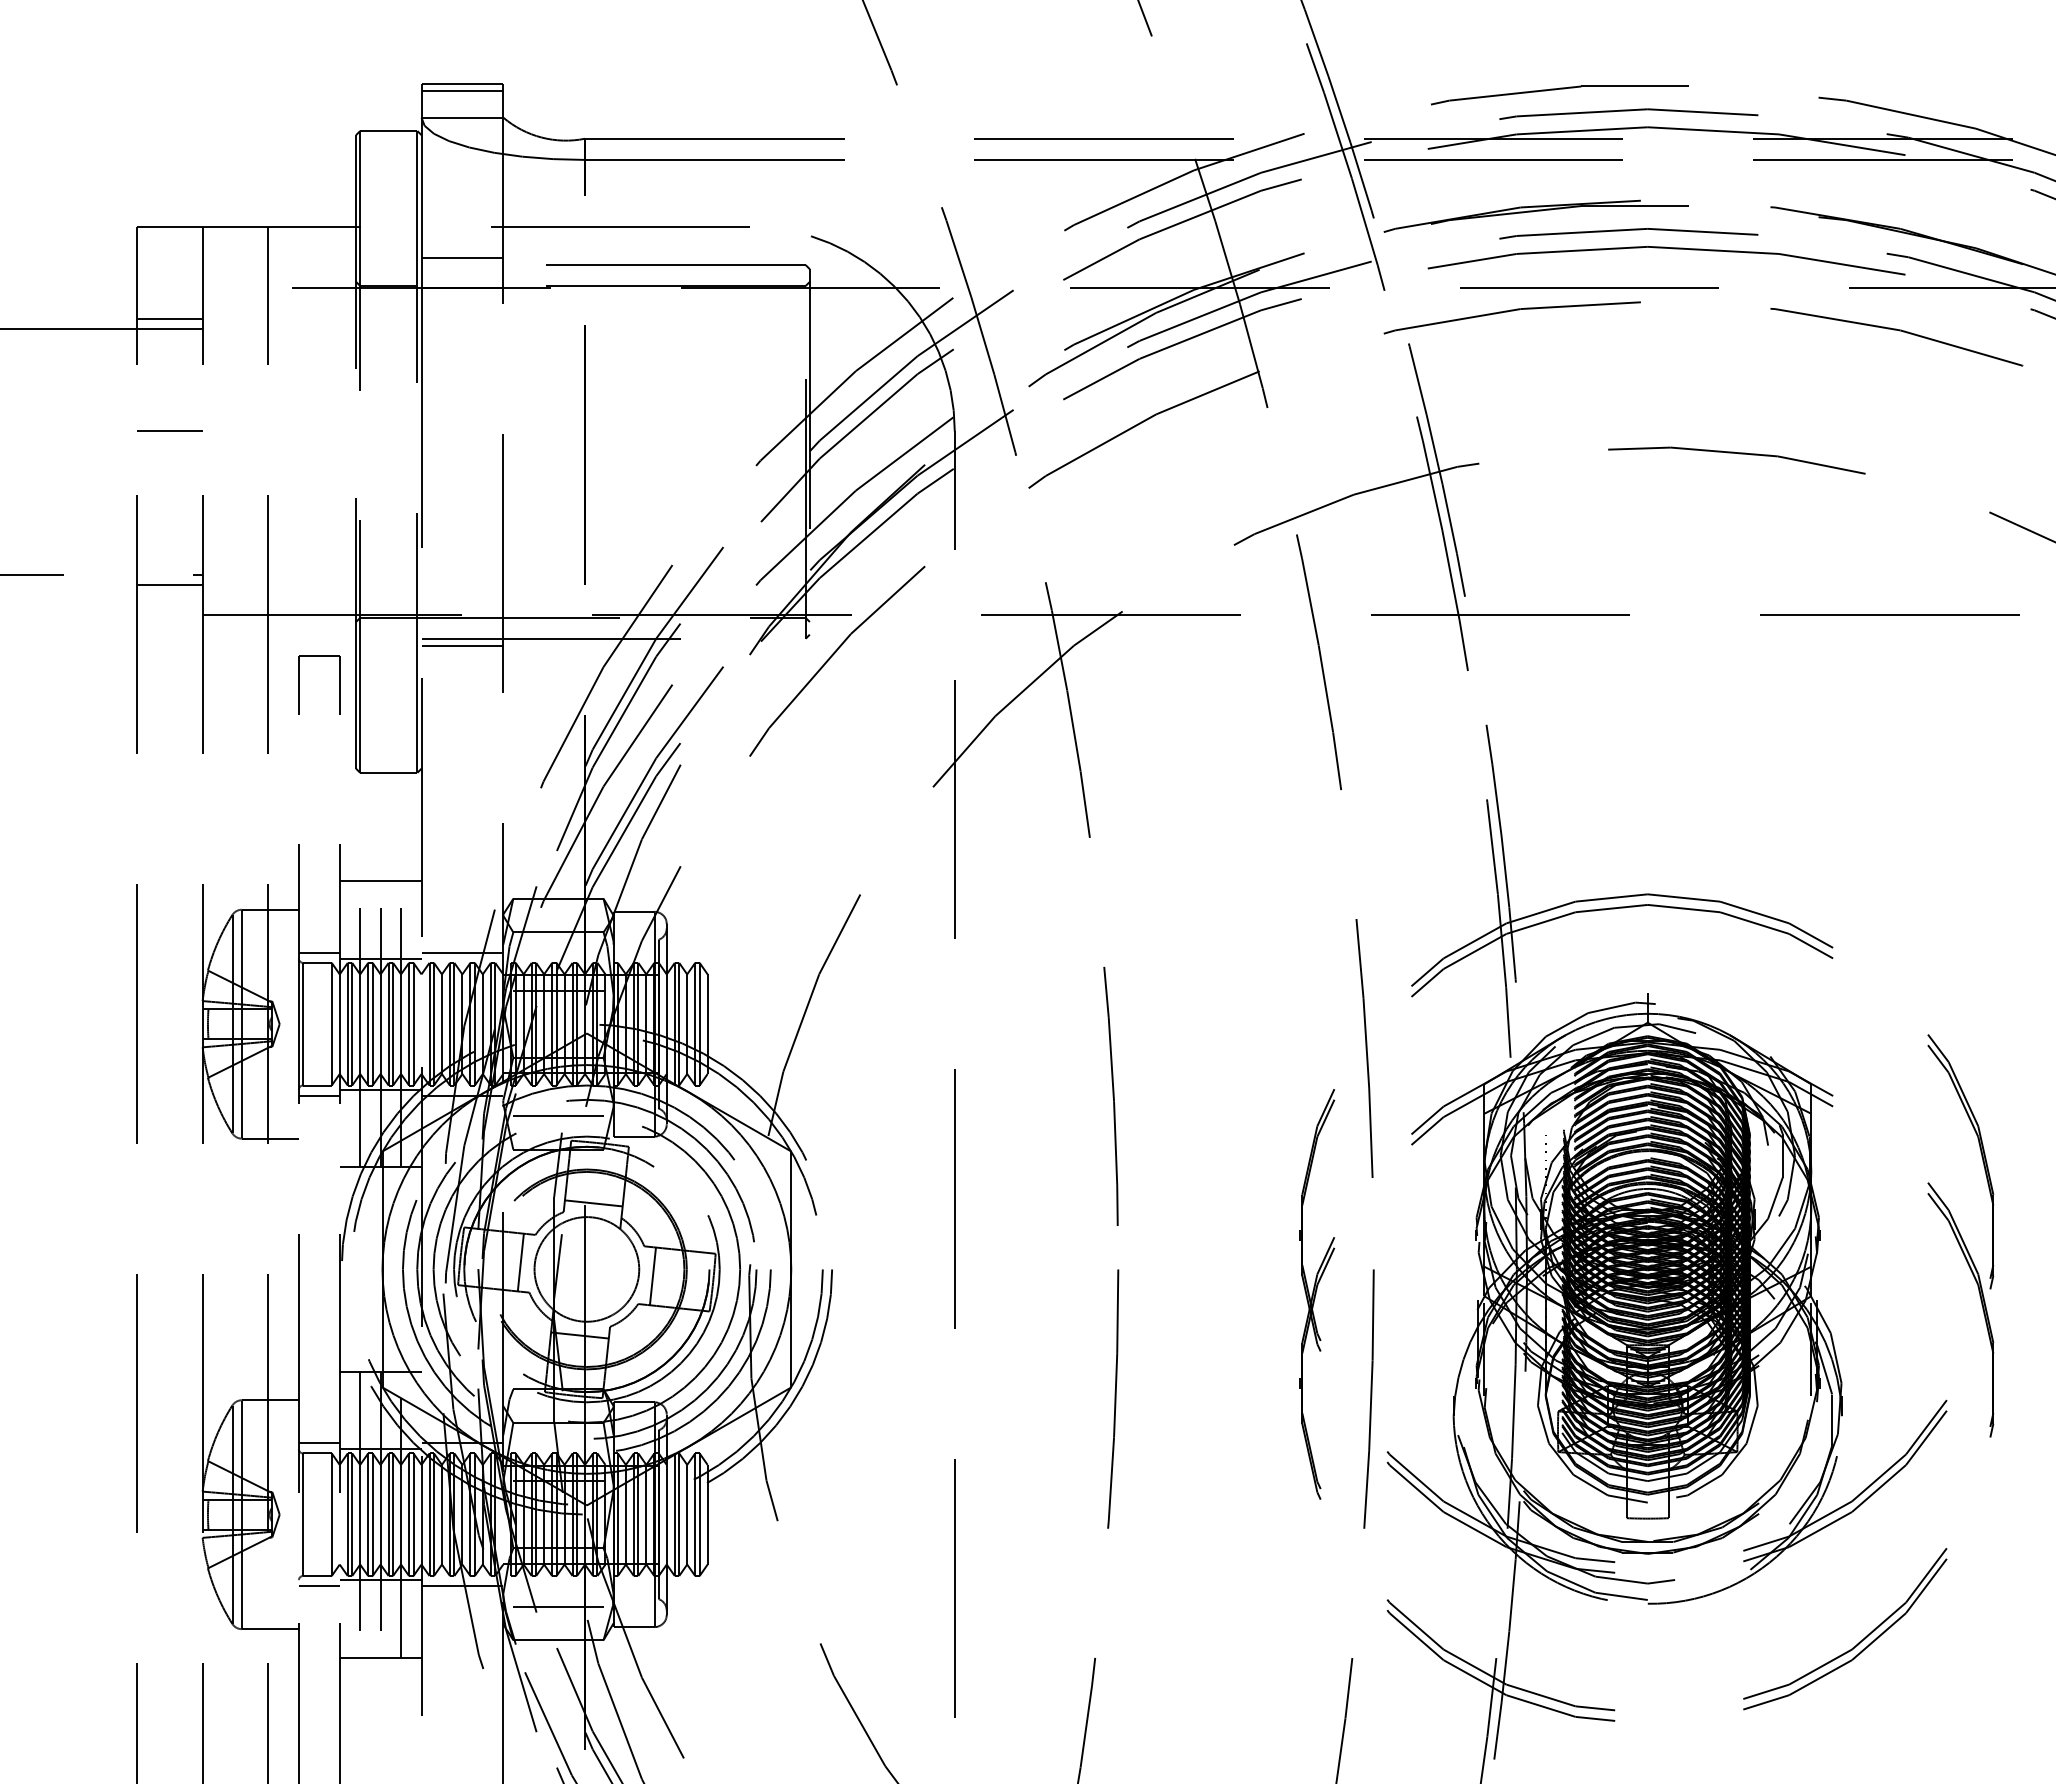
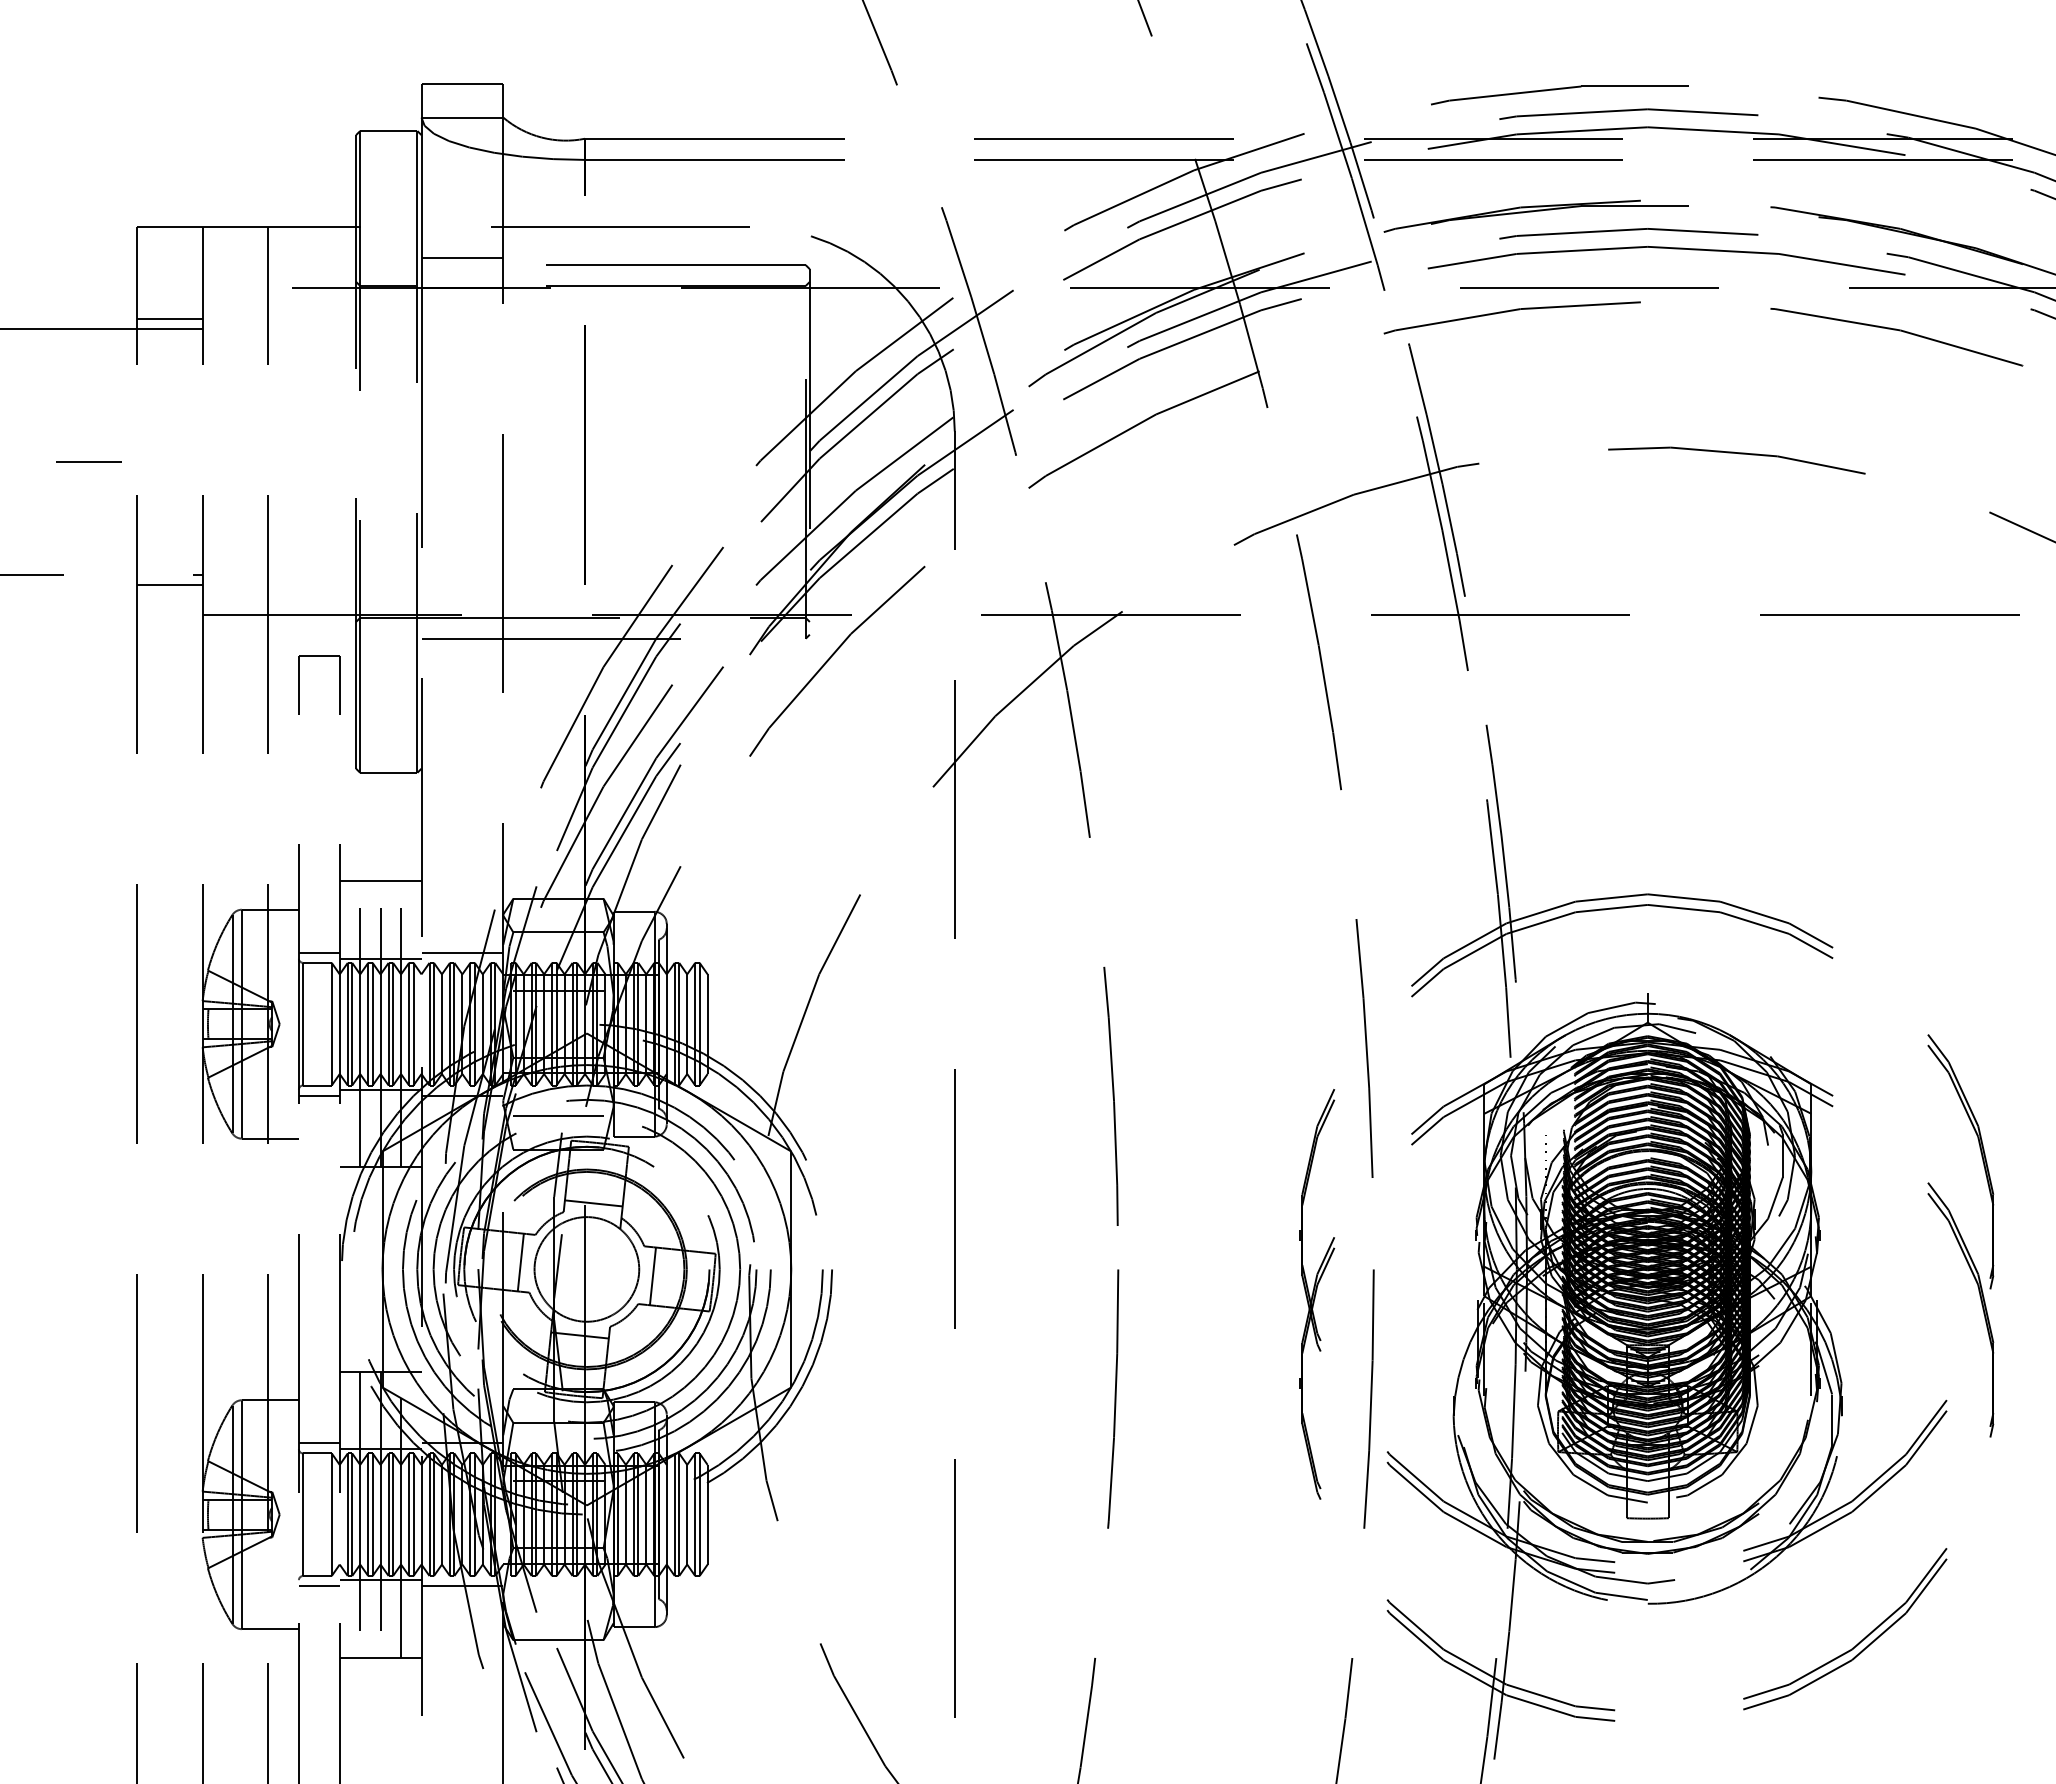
line at (462, 91): present -> none
line at (169, 430) position: (169, 430) -> (88, 461)
line at (462, 646): present -> none
line at (558, 1606): present -> none
